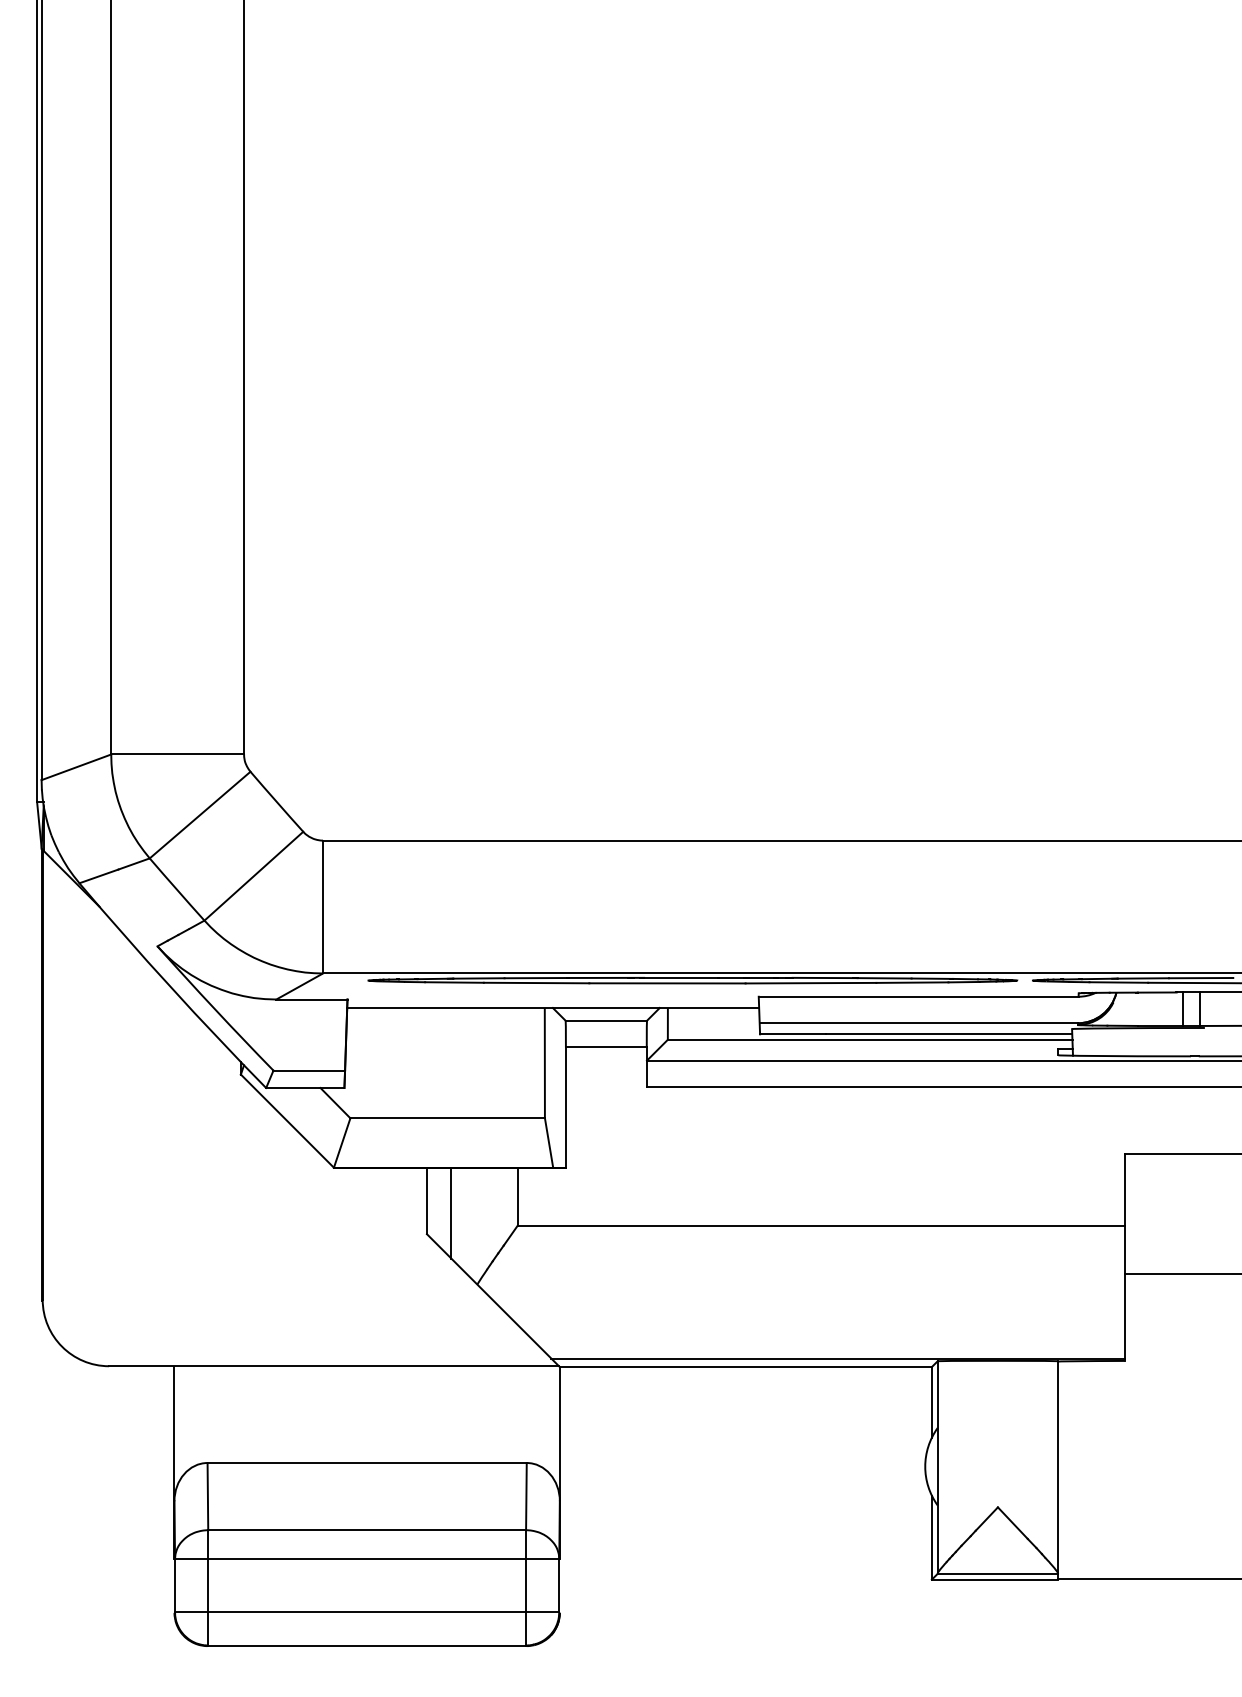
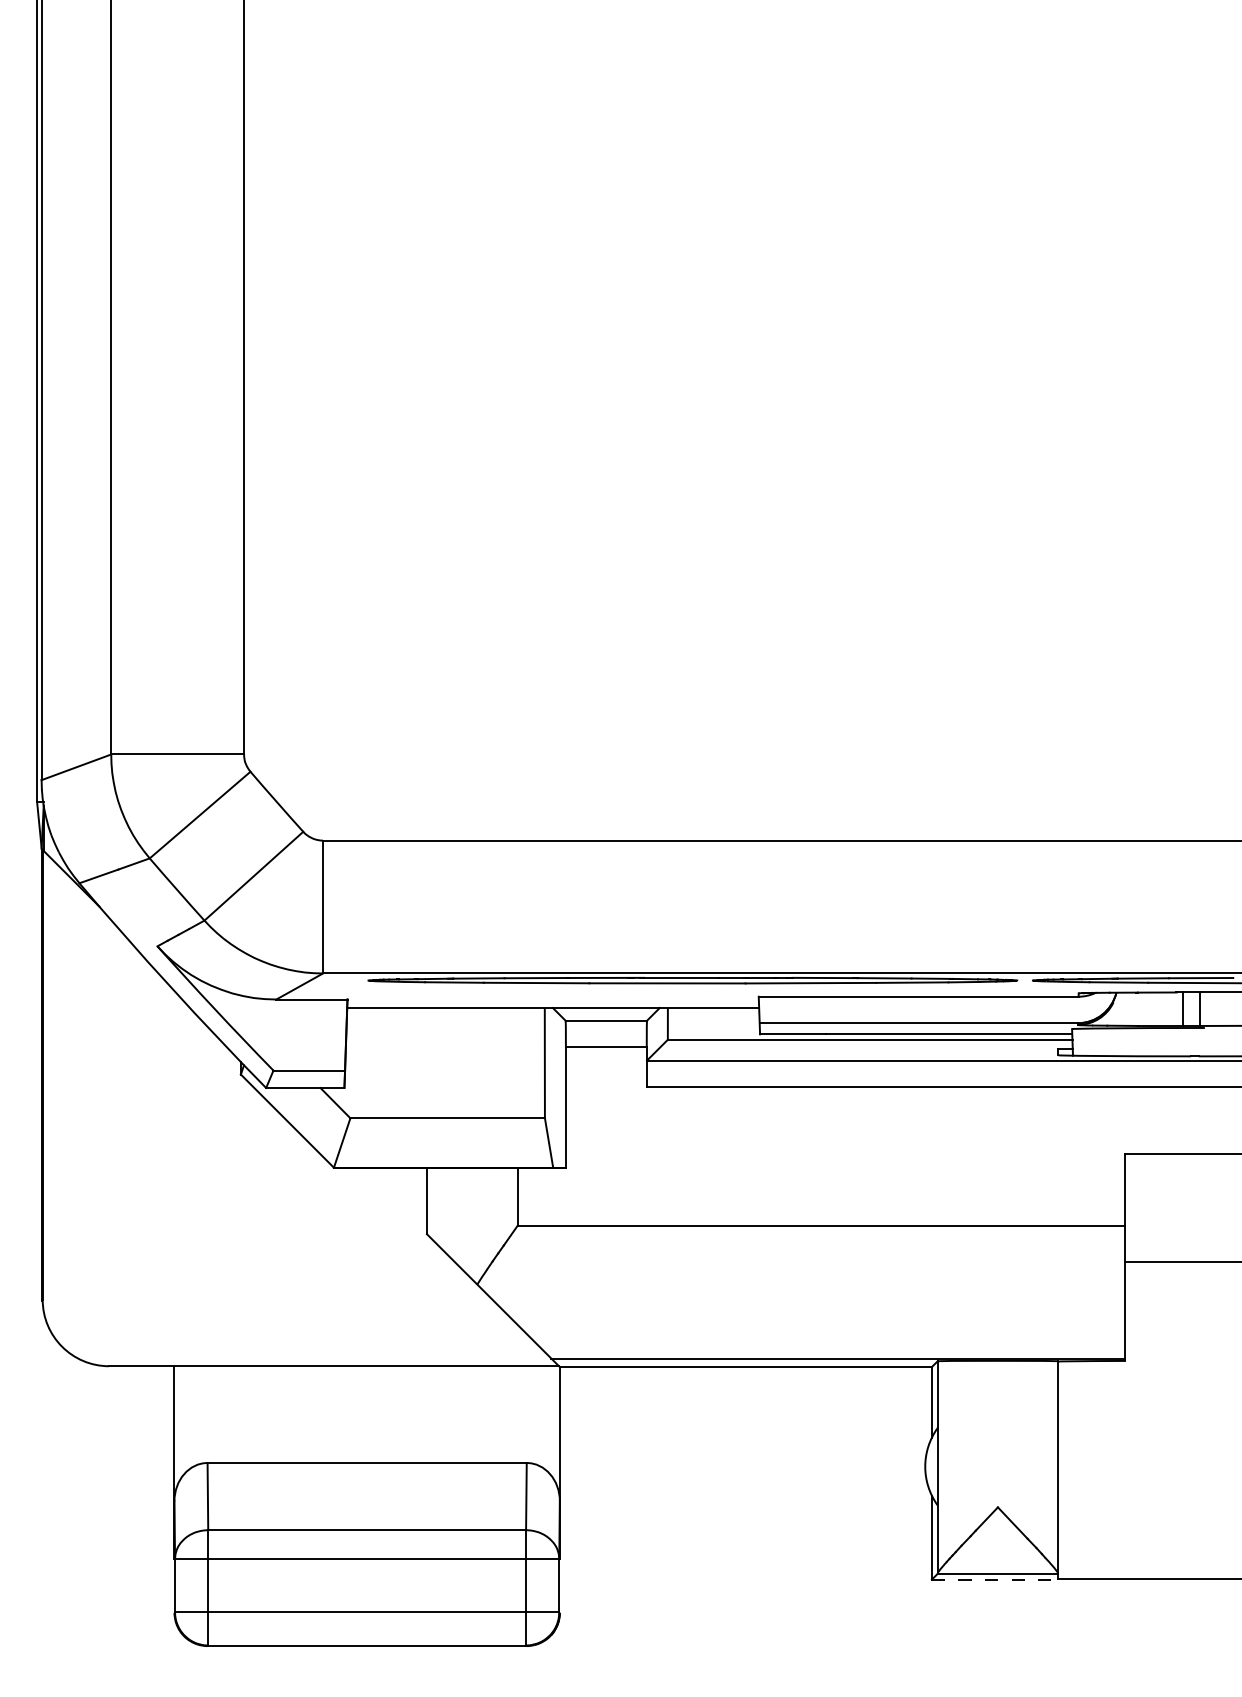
line at (451, 1212): present -> none
line at (1181, 1274) position: (1181, 1274) -> (1181, 1262)
line at (995, 1579): solid -> dashed
